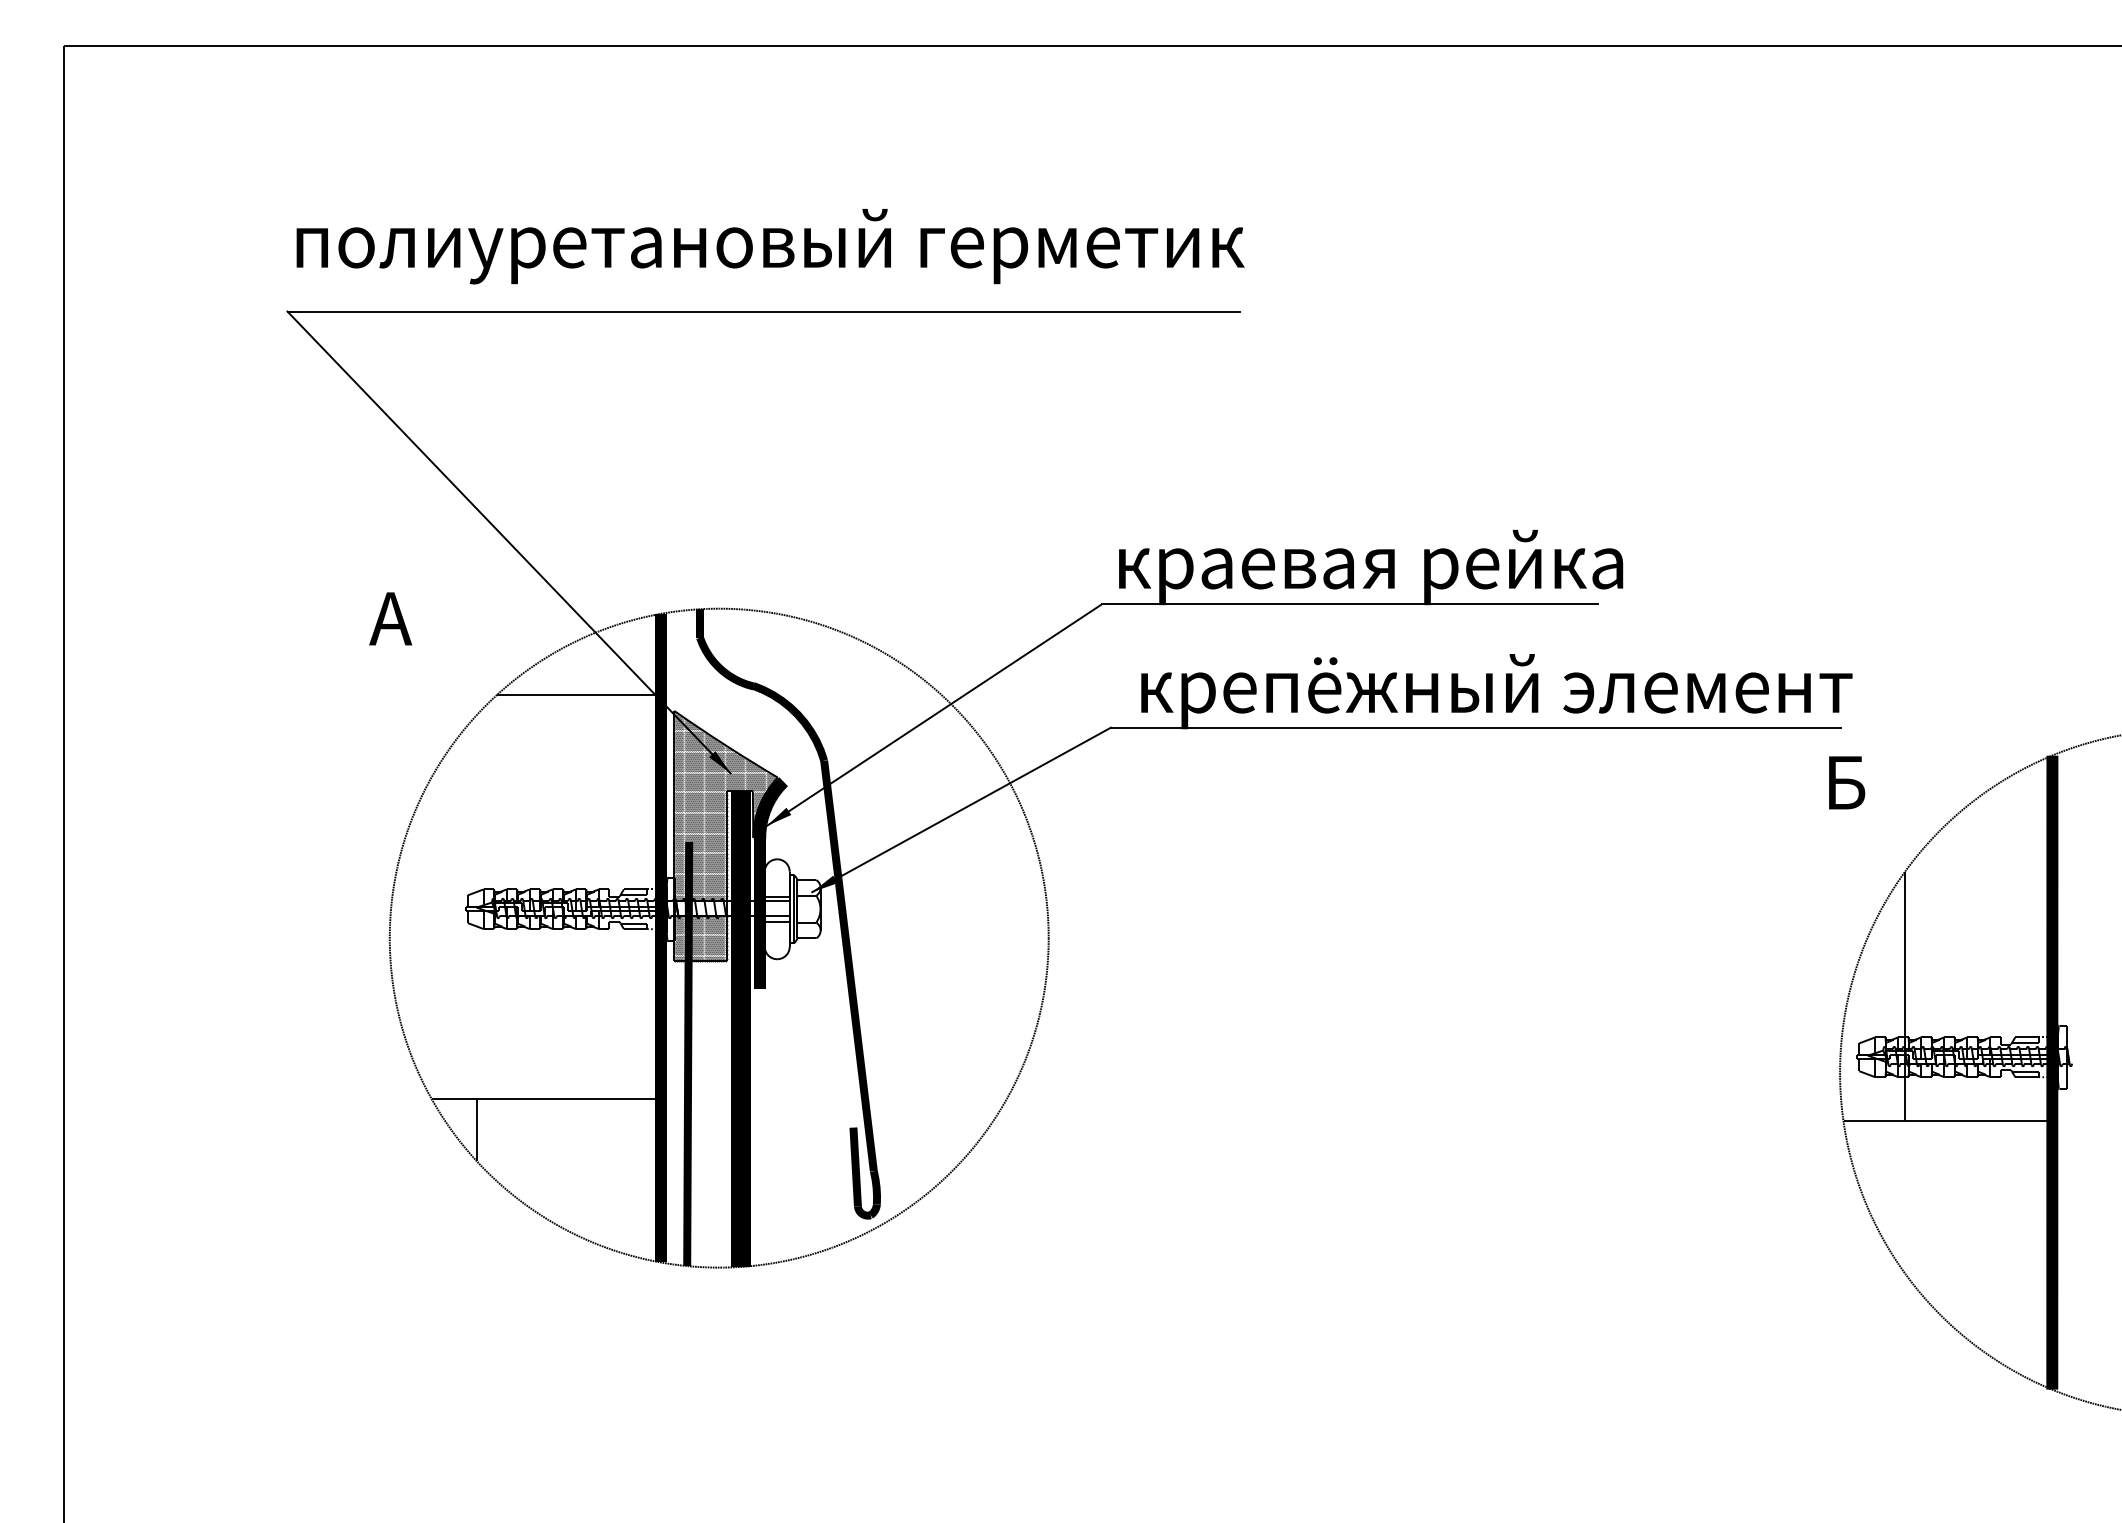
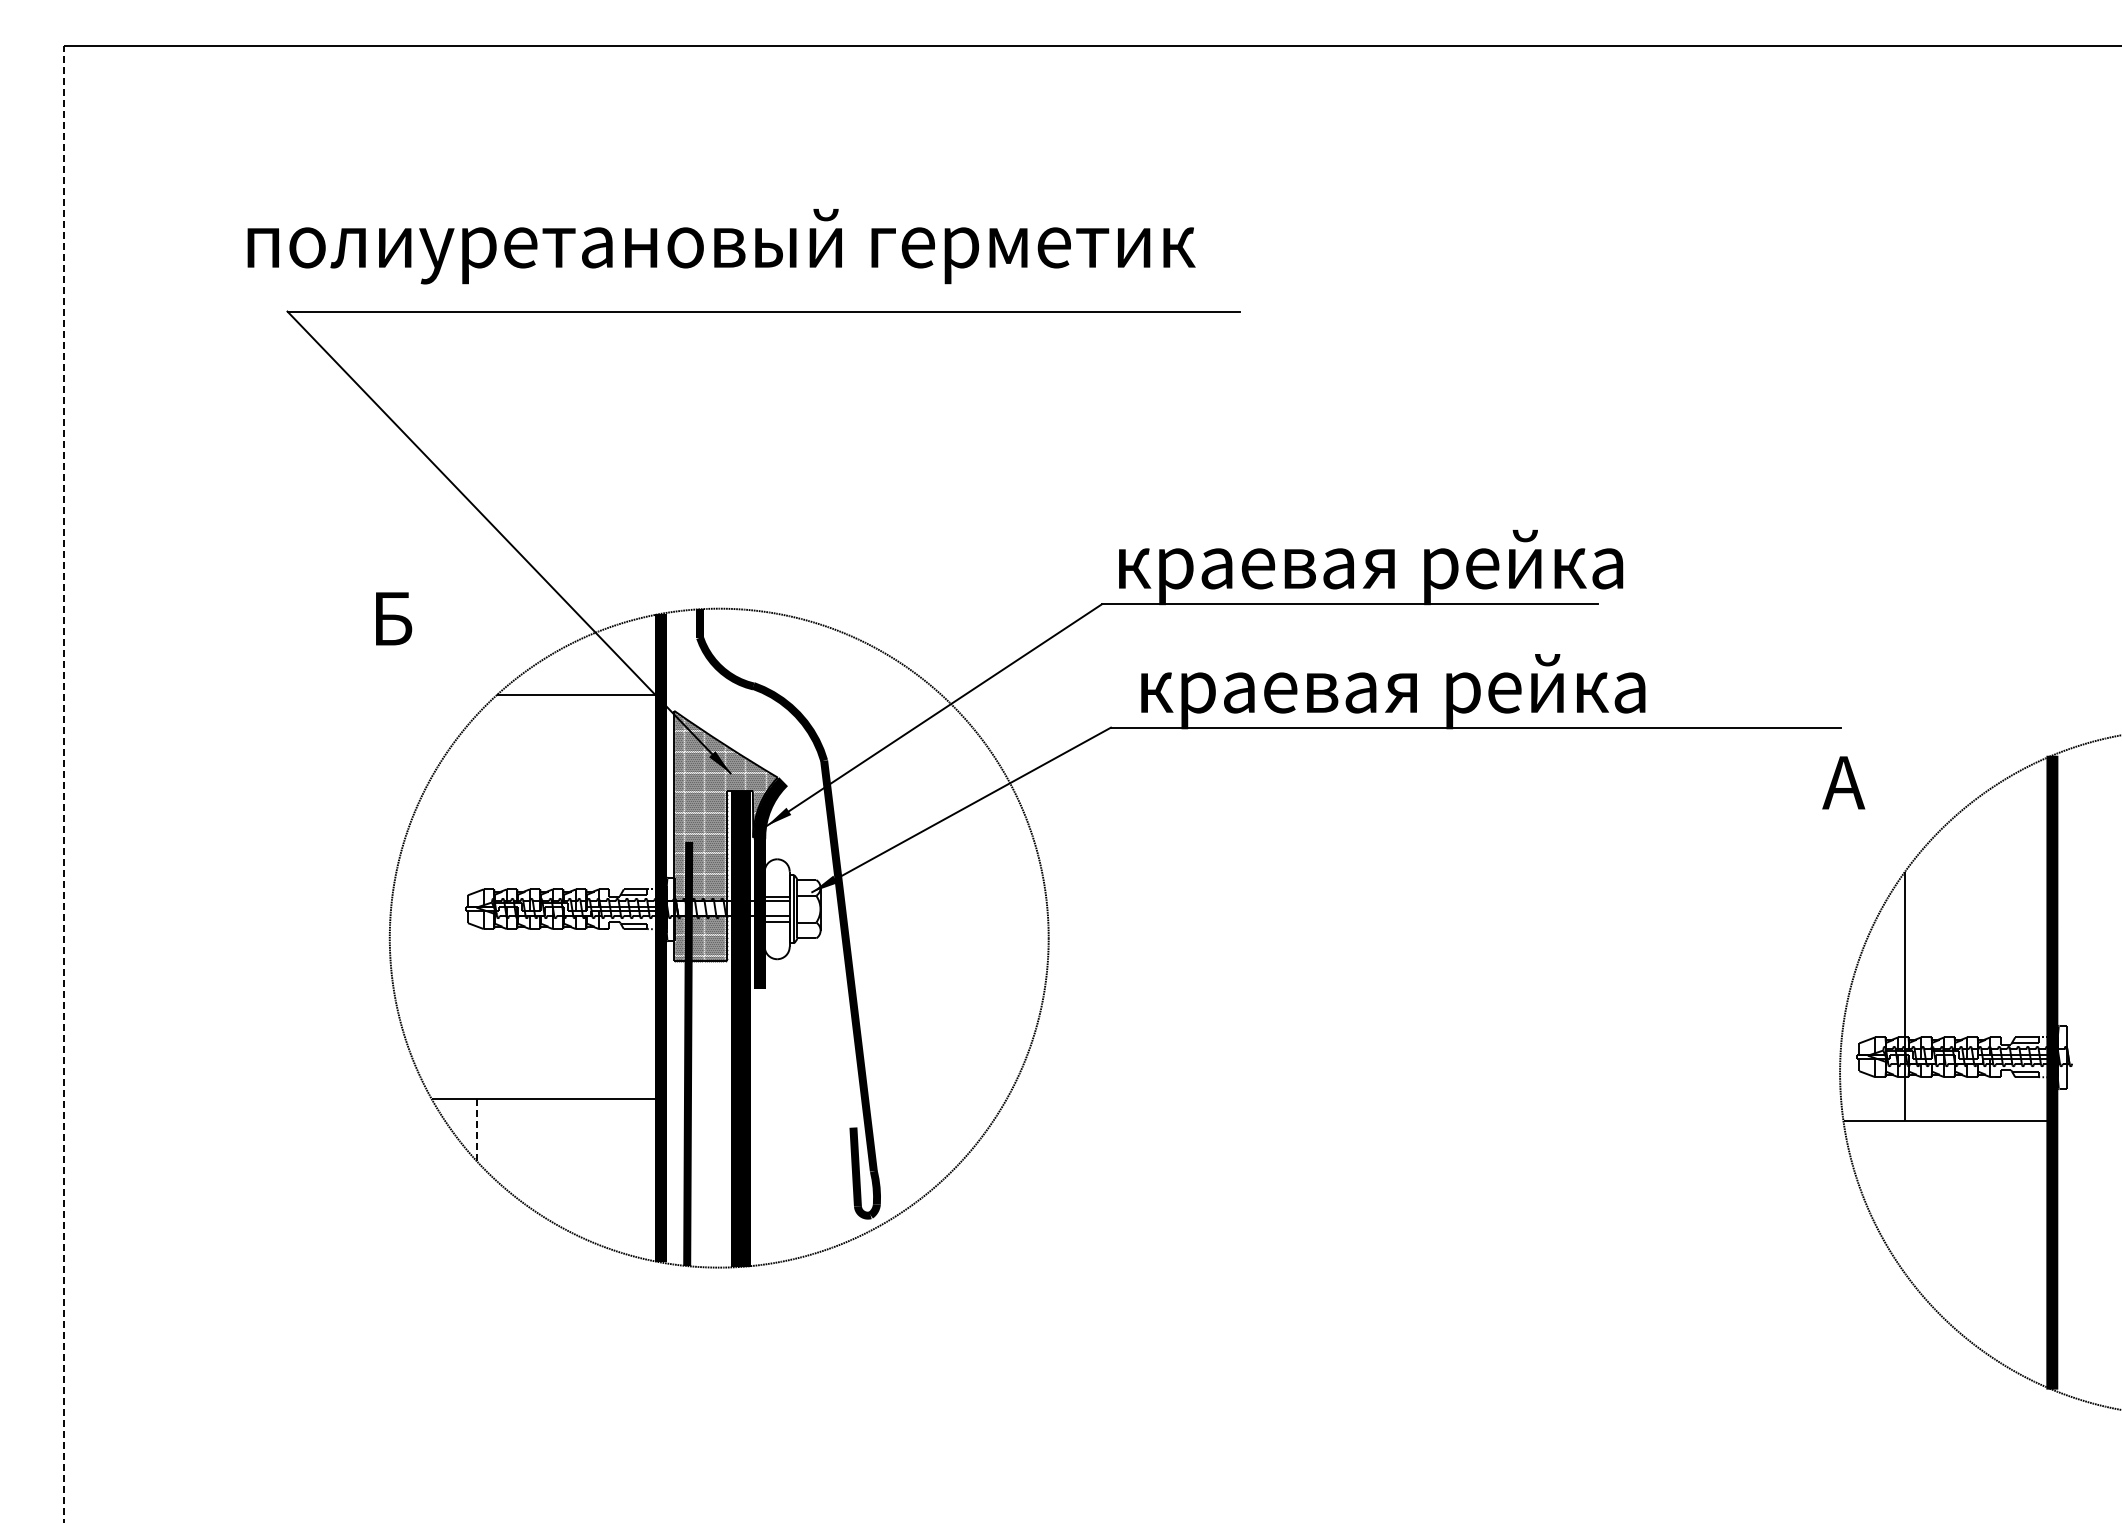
text at (770, 246) position: (770, 246) -> (721, 246)
text at (390, 618): А -> Б
text at (1537, 691): крепёжный элемент -> краевая рейка
text at (1843, 782): Б -> А
line at (63, 783): solid -> dashed
line at (476, 1129): solid -> dashed
